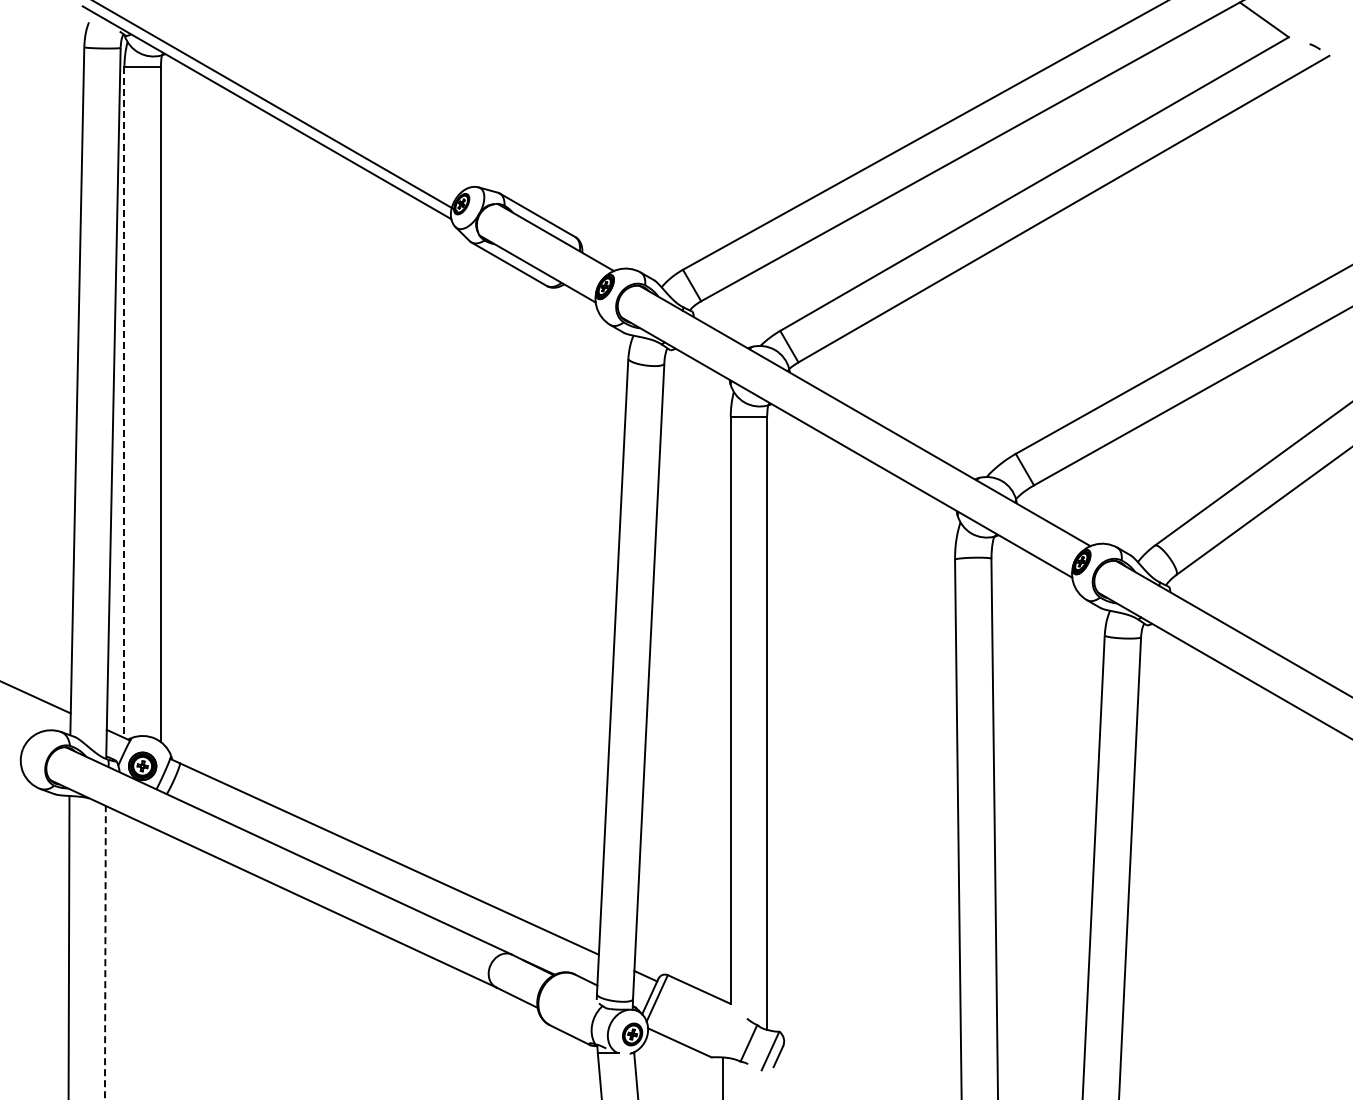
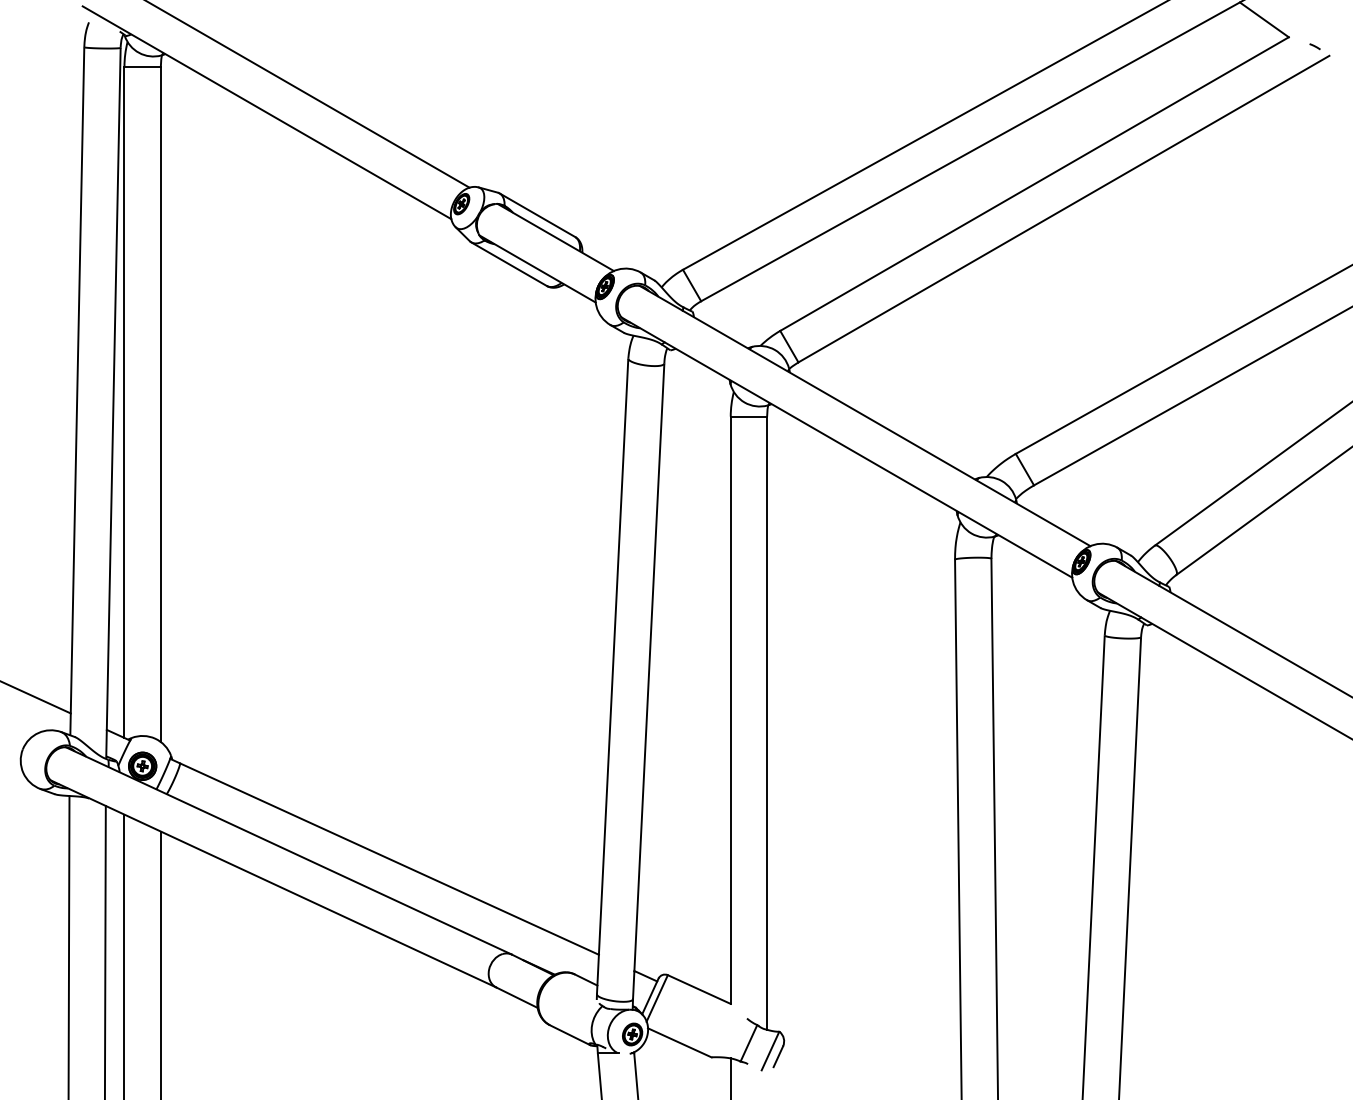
line at (275, 106) position: (275, 106) -> (308, 94)
line at (124, 402): dashed -> solid
line at (105, 952): dashed -> solid
line at (124, 955): none -> present
line at (160, 963): none -> present
line at (722, 1077) position: (722, 1077) -> (730, 1077)
